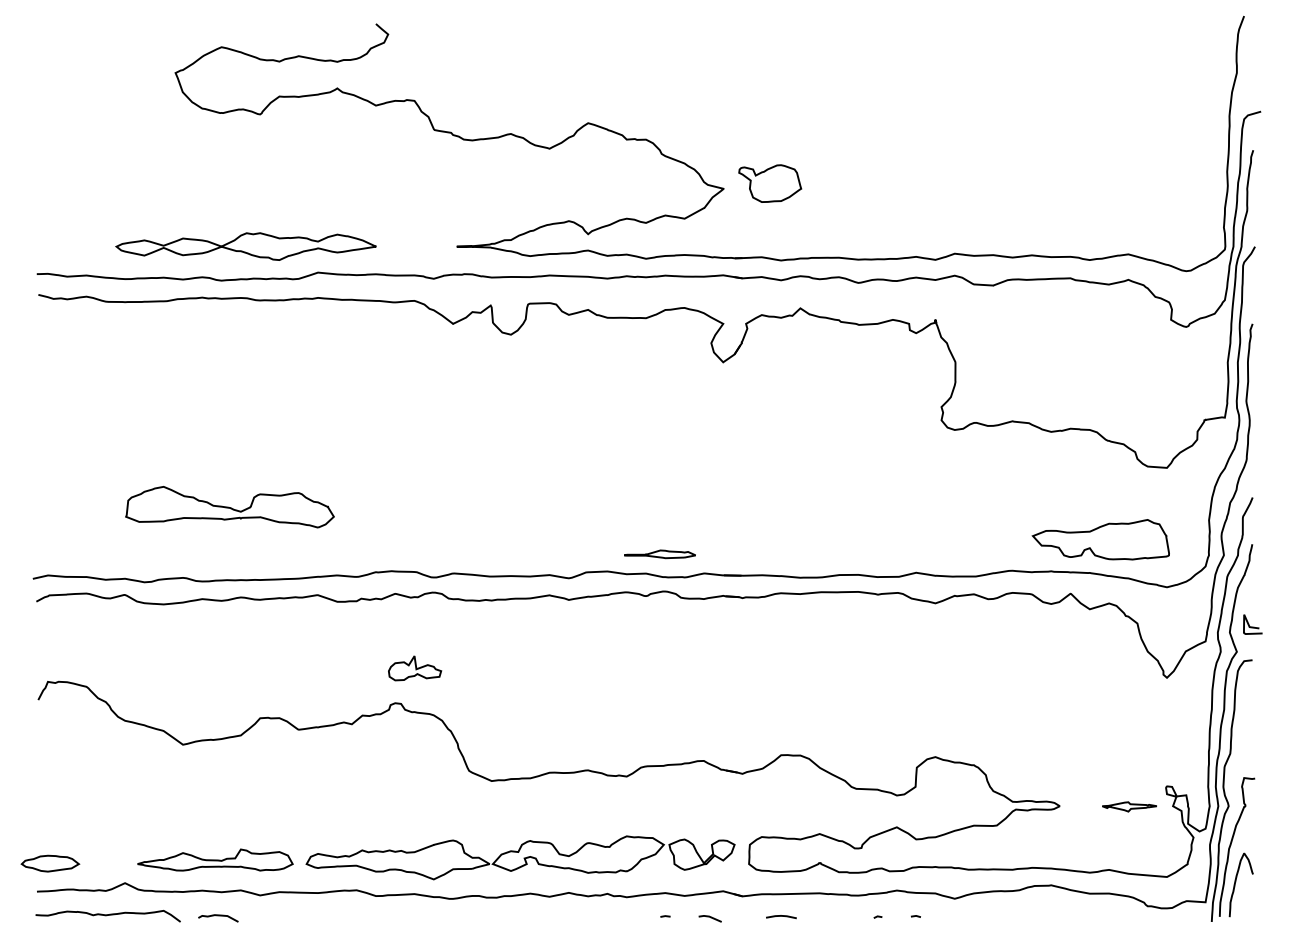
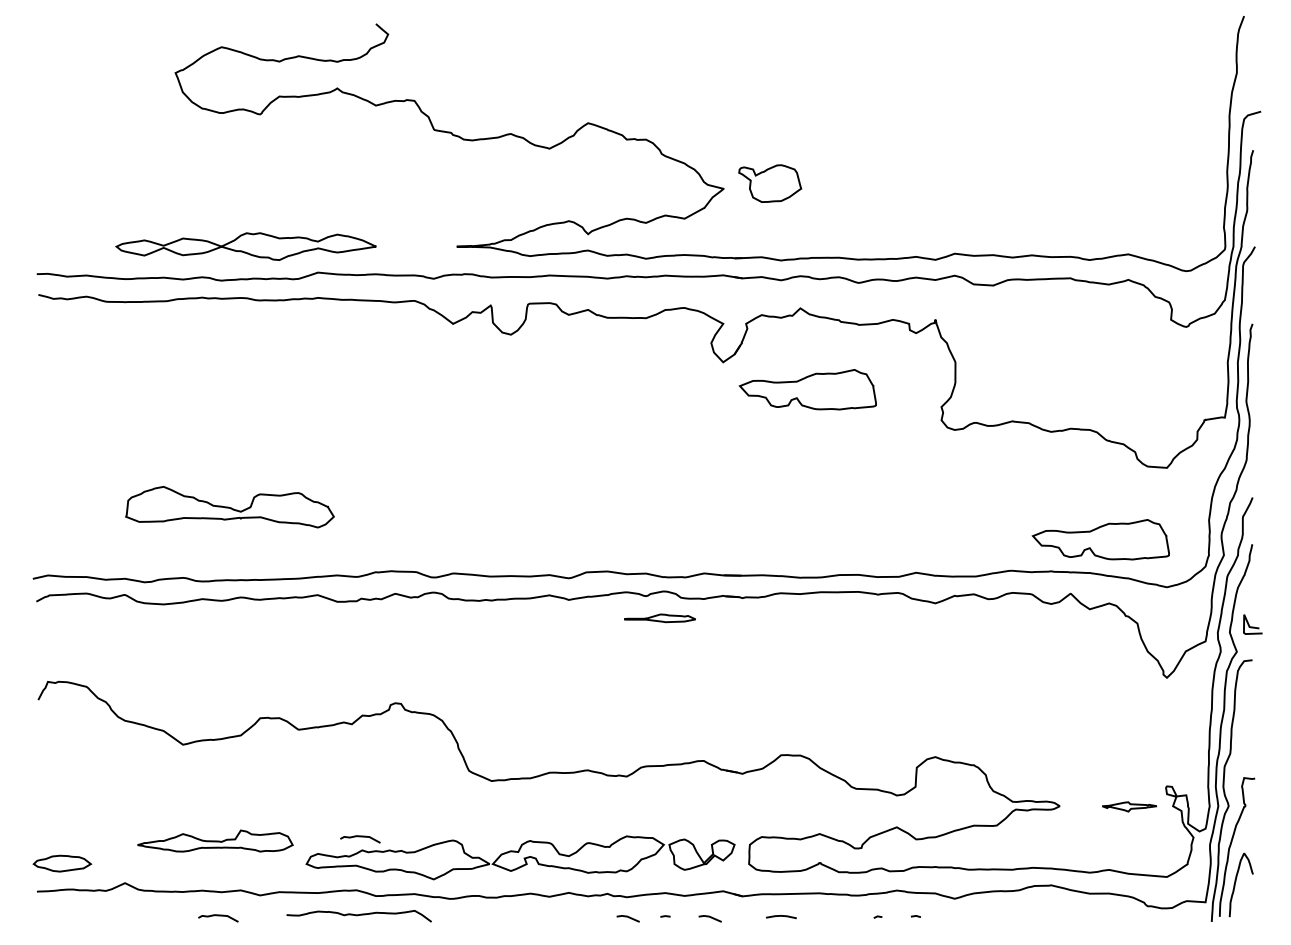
part at (807, 389): none -> present
part at (659, 554) position: (659, 554) -> (659, 618)
part at (415, 668): present -> none
curve at (360, 837): none -> present
part at (215, 859) position: (215, 859) -> (215, 840)
part at (50, 863) position: (50, 863) -> (62, 863)
curve at (107, 915) position: (107, 915) -> (358, 915)
line at (627, 917): none -> present
